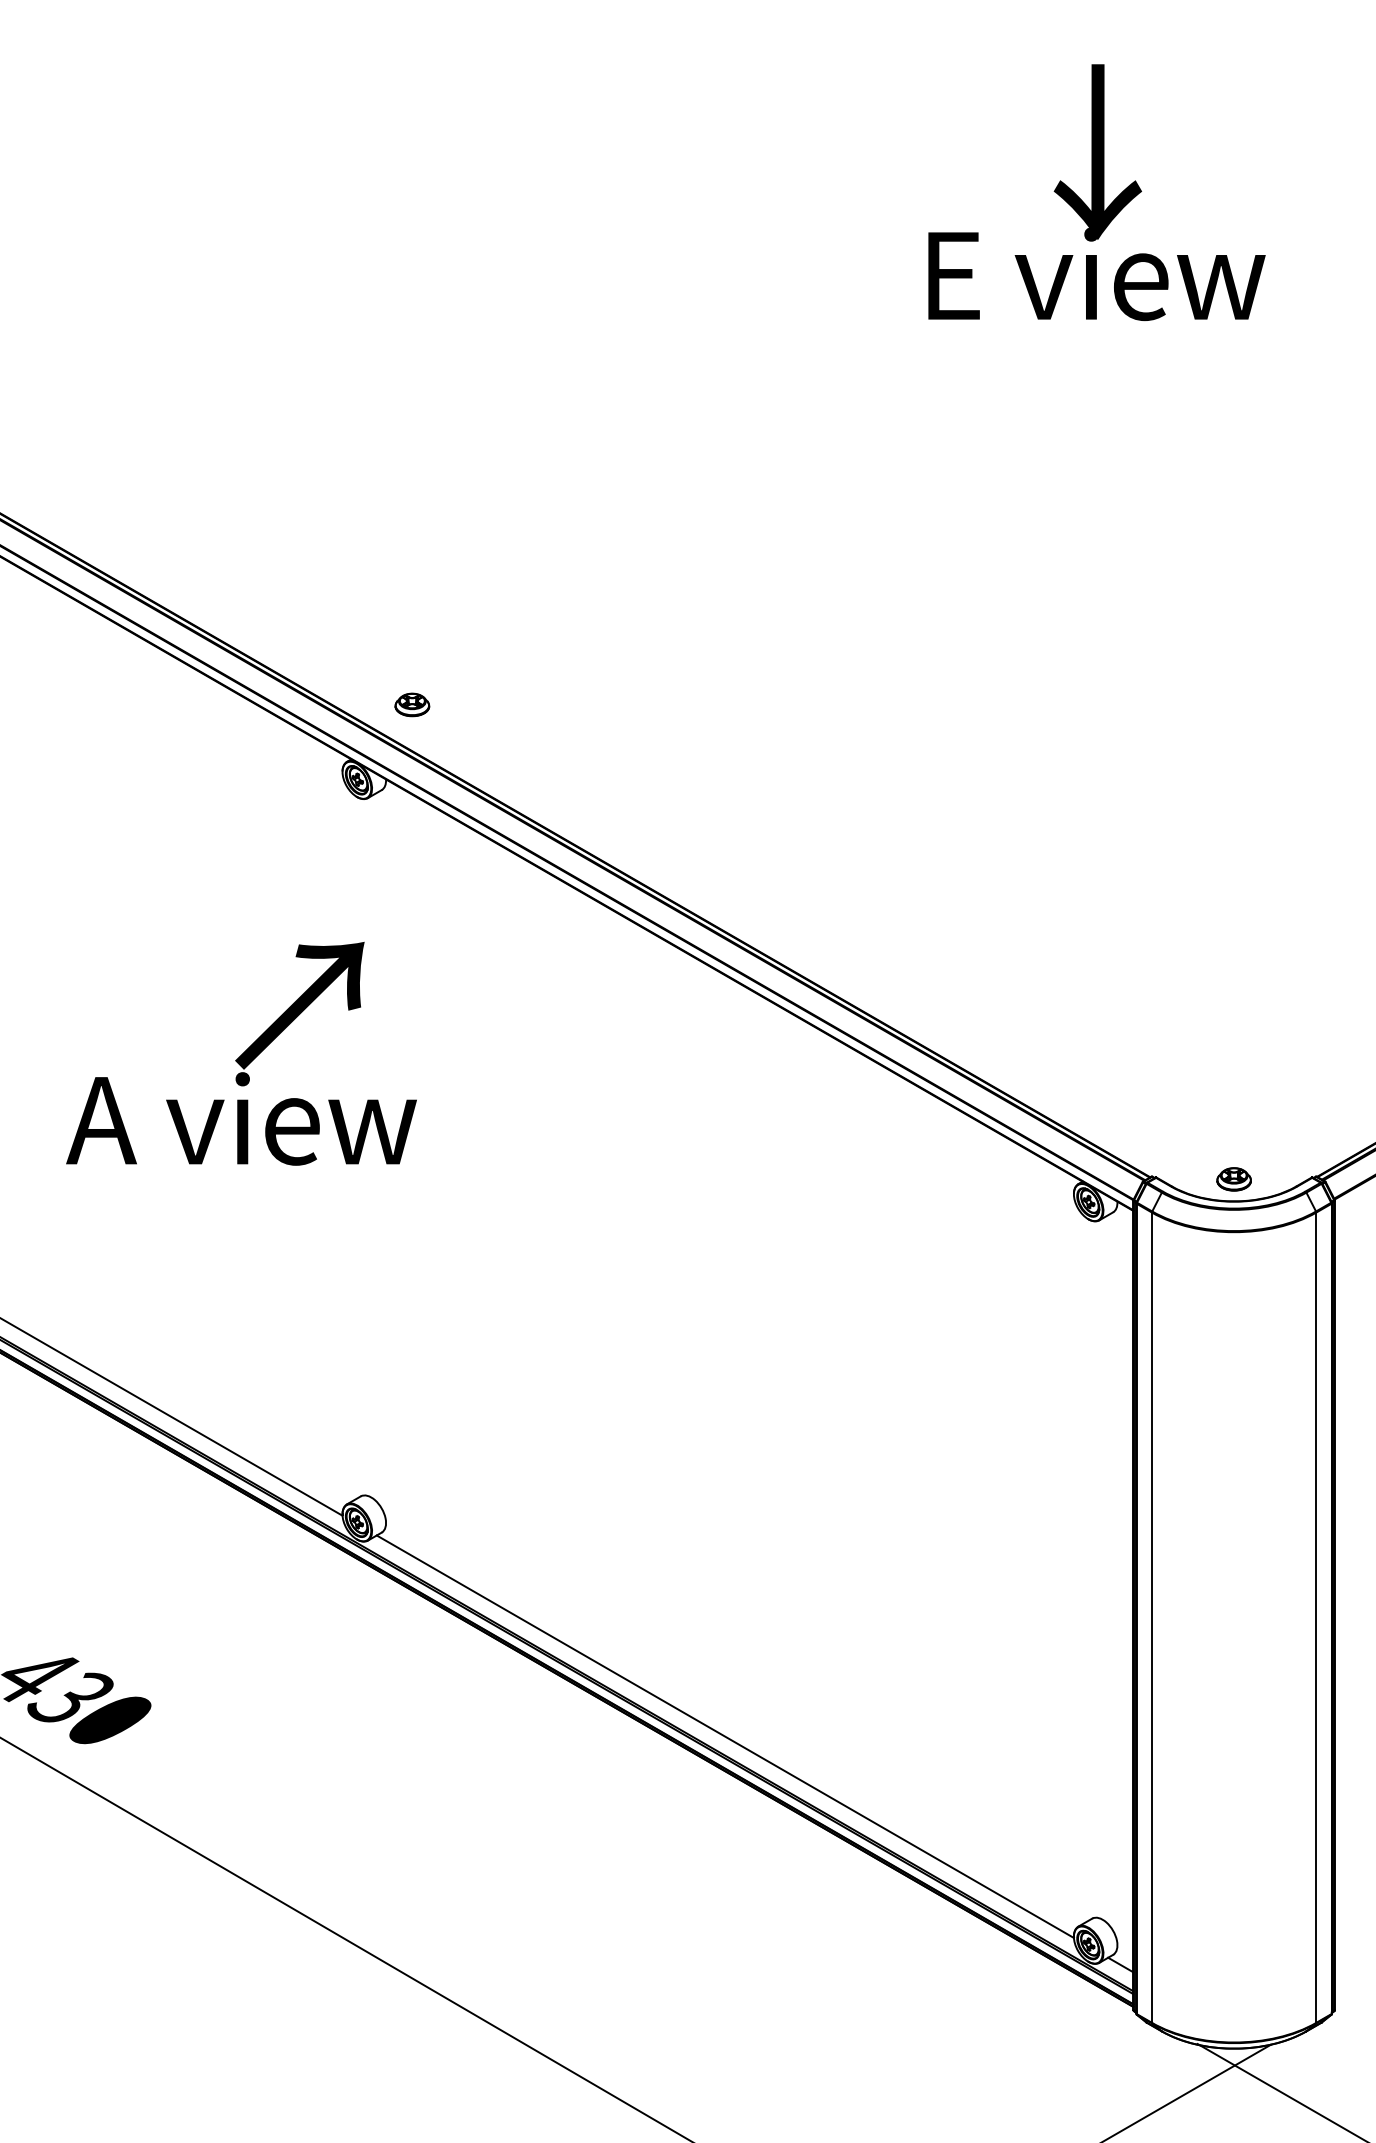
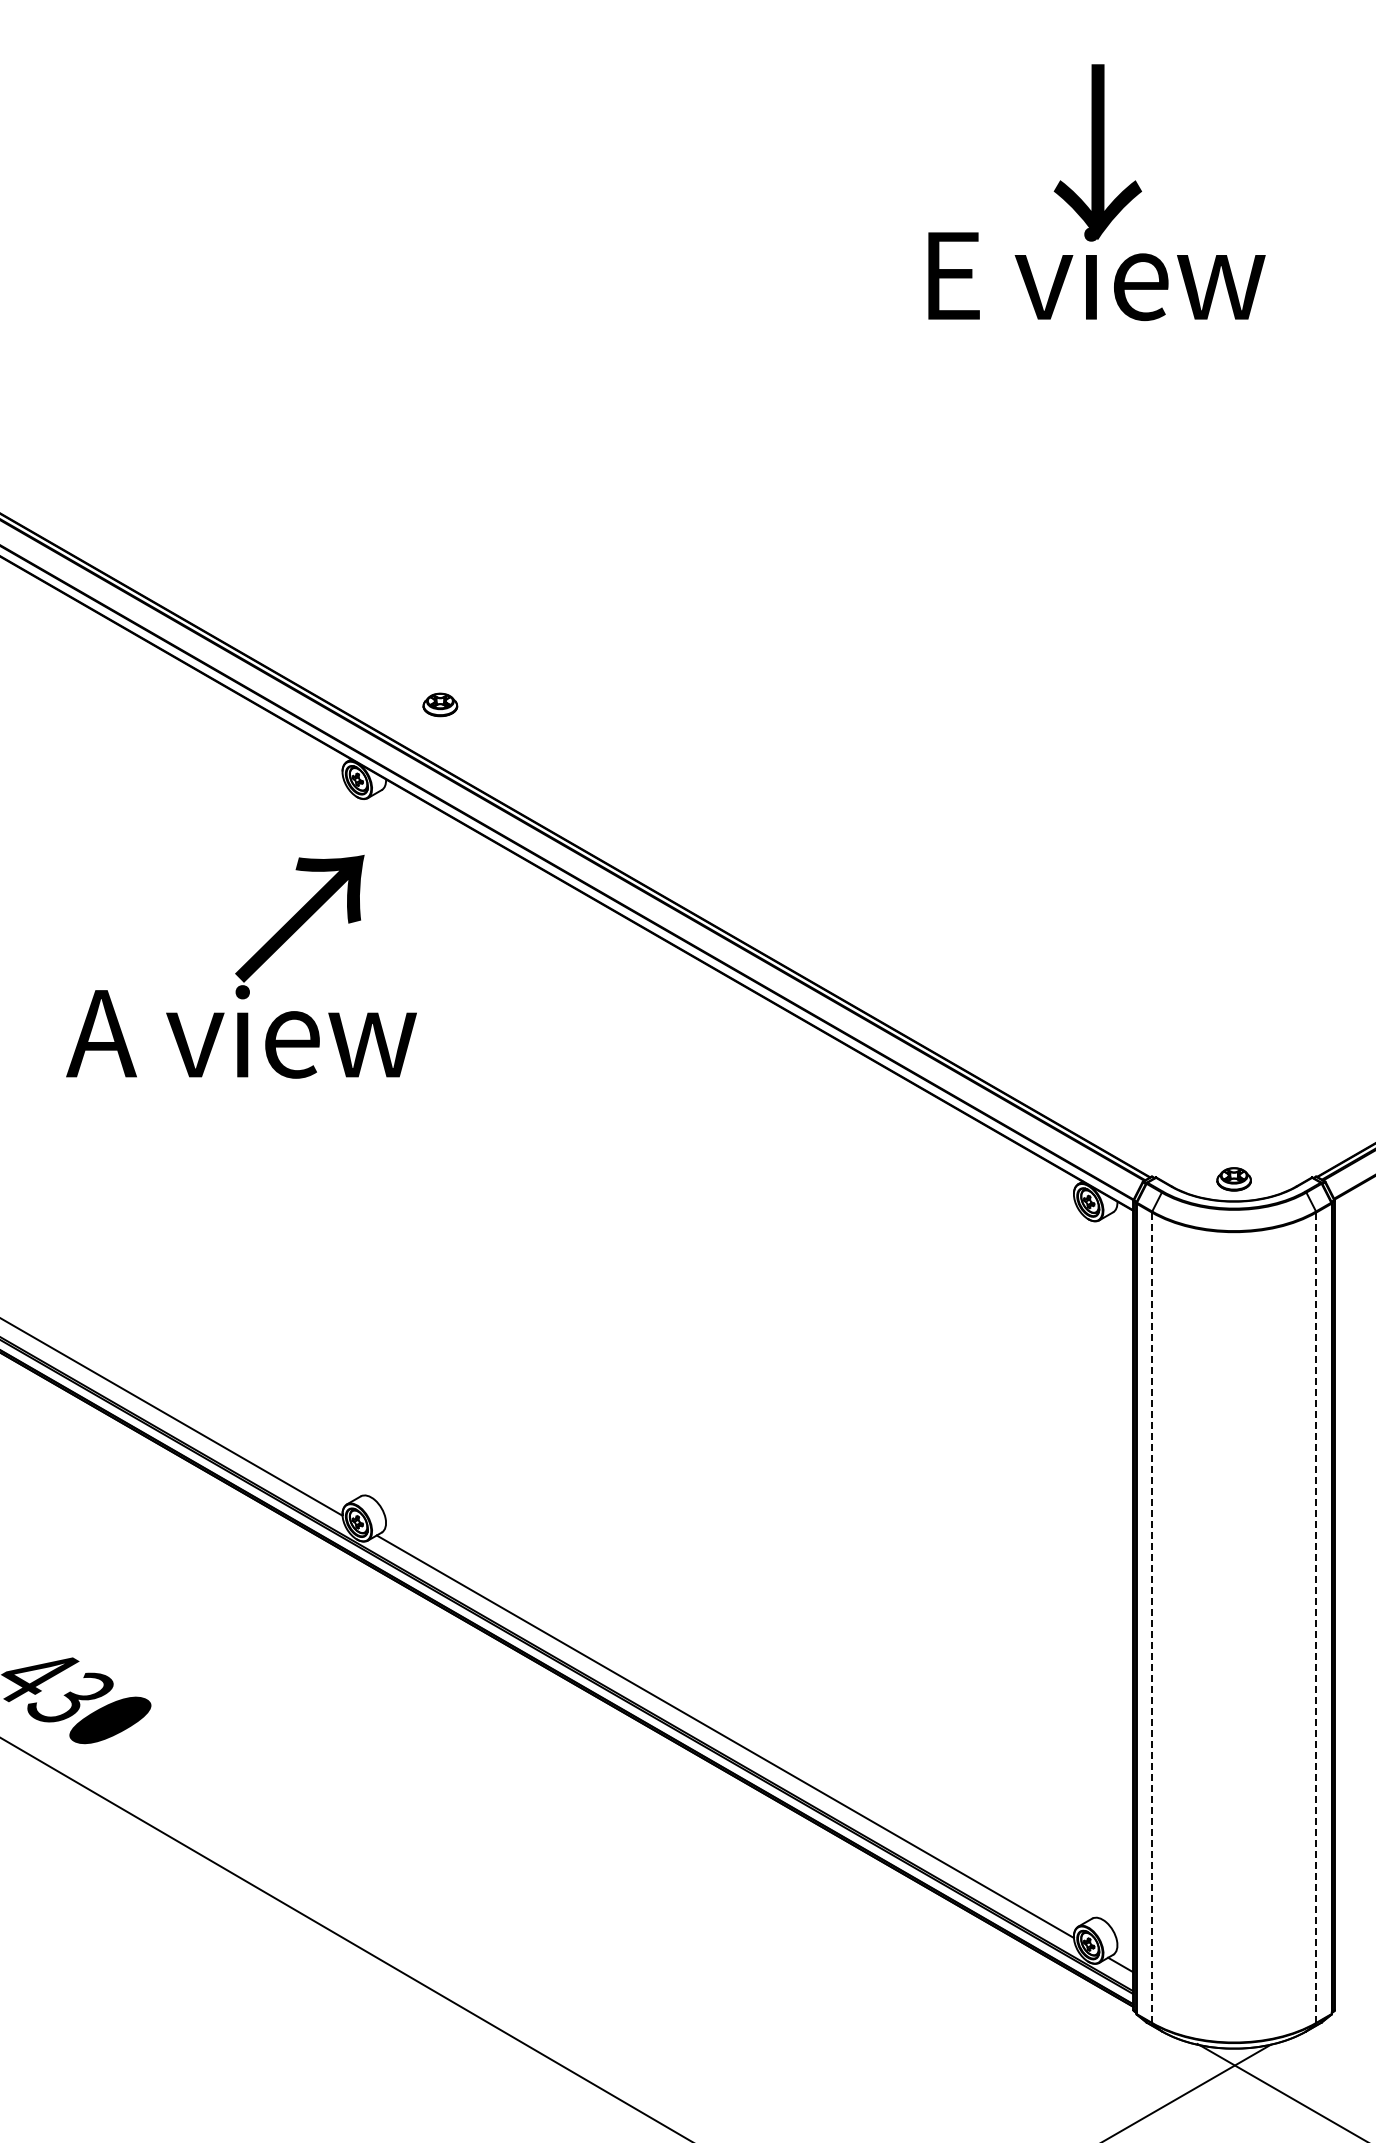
part at (412, 704) position: (412, 704) -> (440, 704)
text at (241, 1053) position: (241, 1053) -> (241, 966)
line at (1316, 1617): solid -> dashed
line at (1151, 1618): solid -> dashed
